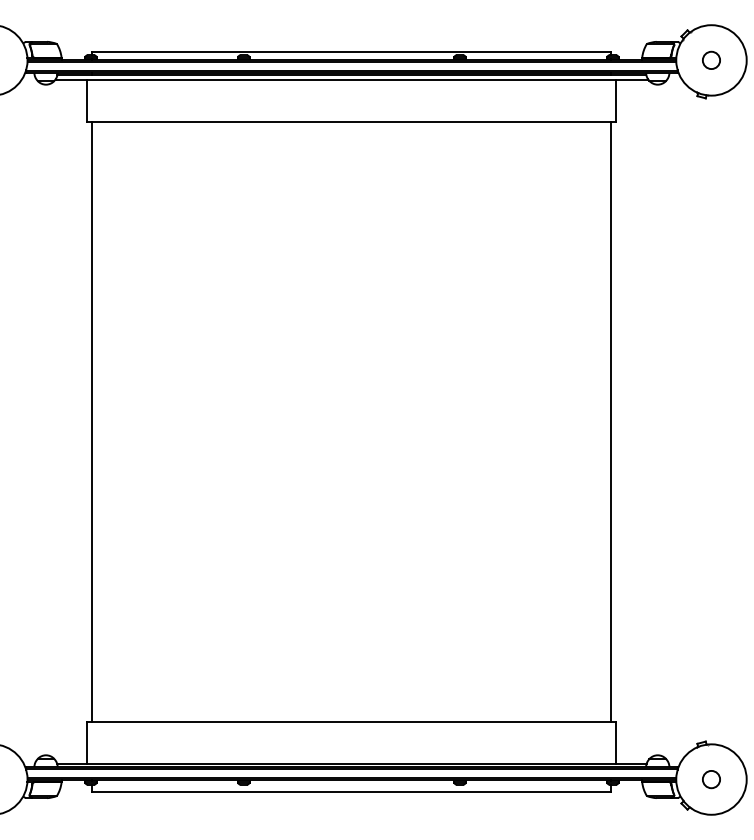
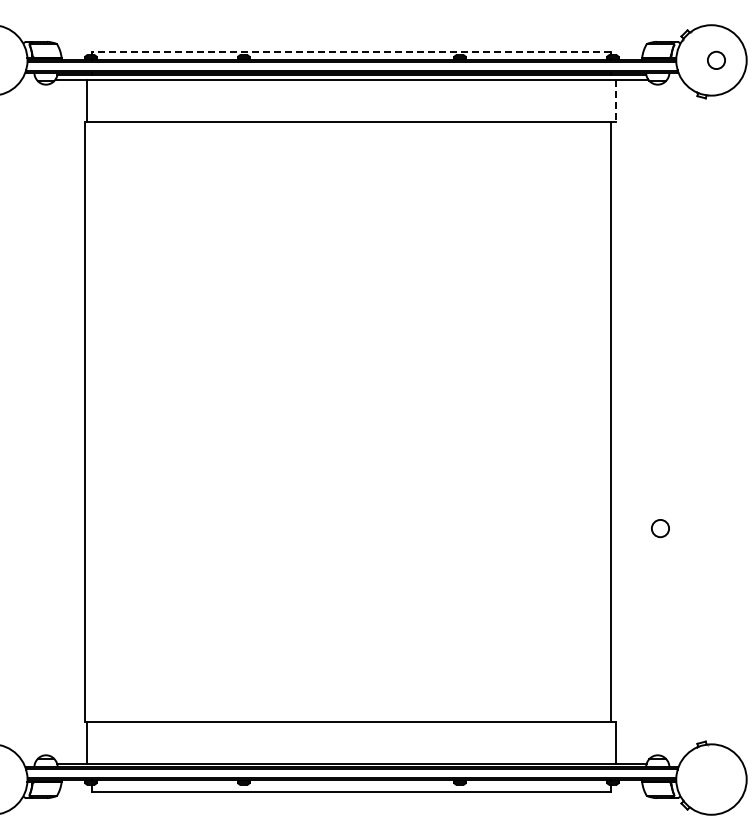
line at (351, 52): solid -> dashed
circle at (711, 59) position: (711, 59) -> (716, 59)
line at (616, 100): solid -> dashed
line at (92, 421) position: (92, 421) -> (85, 421)
circle at (711, 779) position: (711, 779) -> (660, 528)
